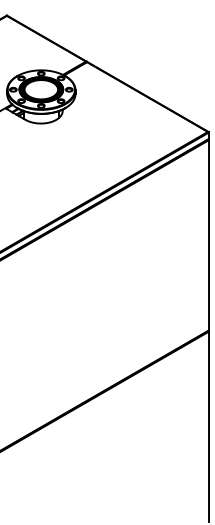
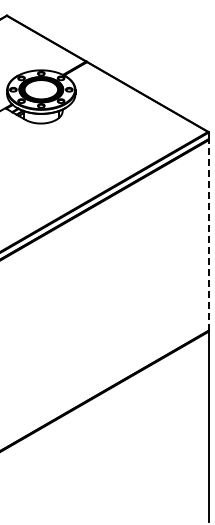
line at (208, 235): solid -> dashed
